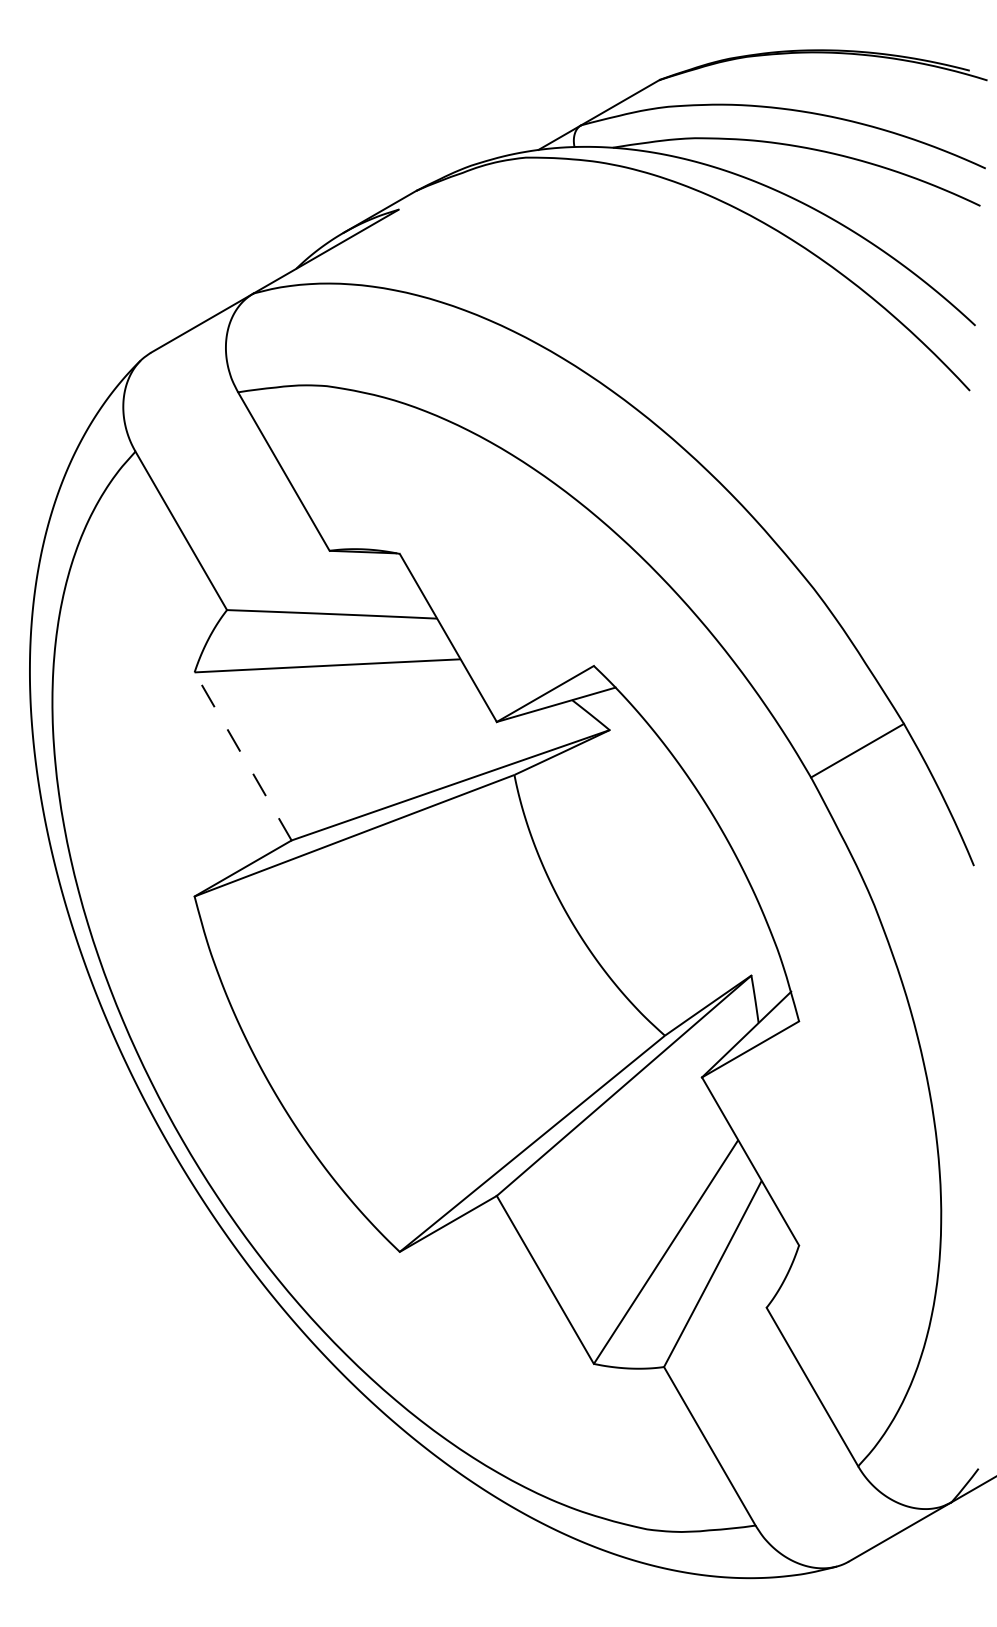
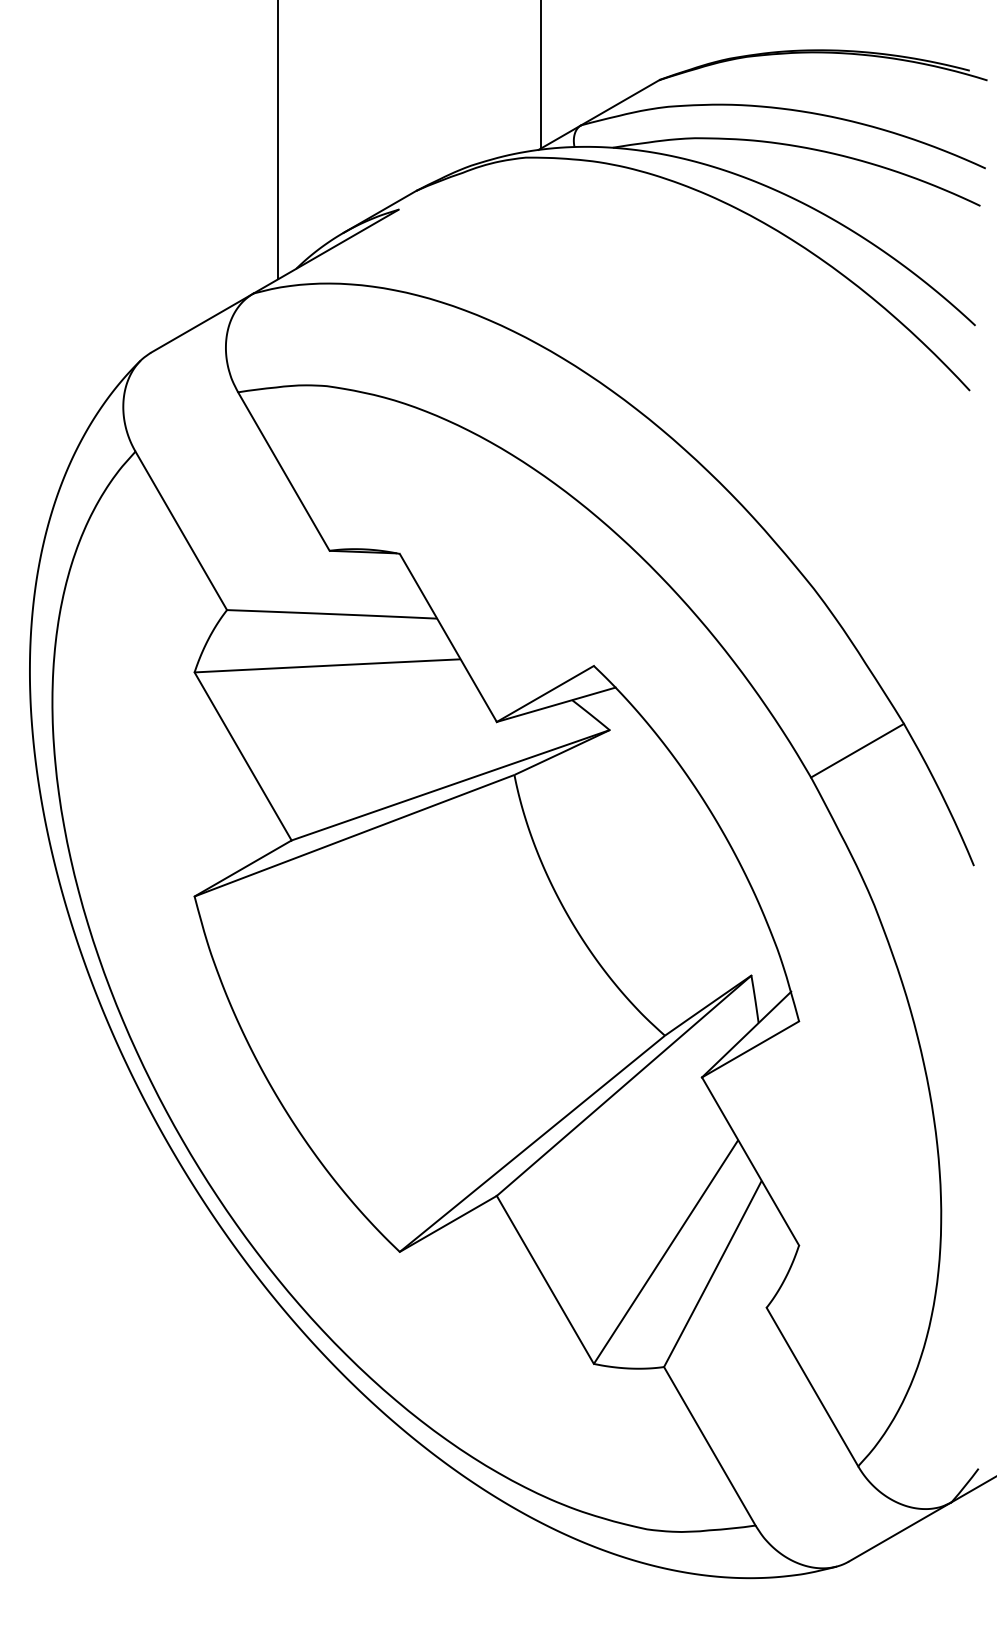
line at (540, 75): none -> present
line at (277, 140): none -> present
line at (242, 756): dashed -> solid
